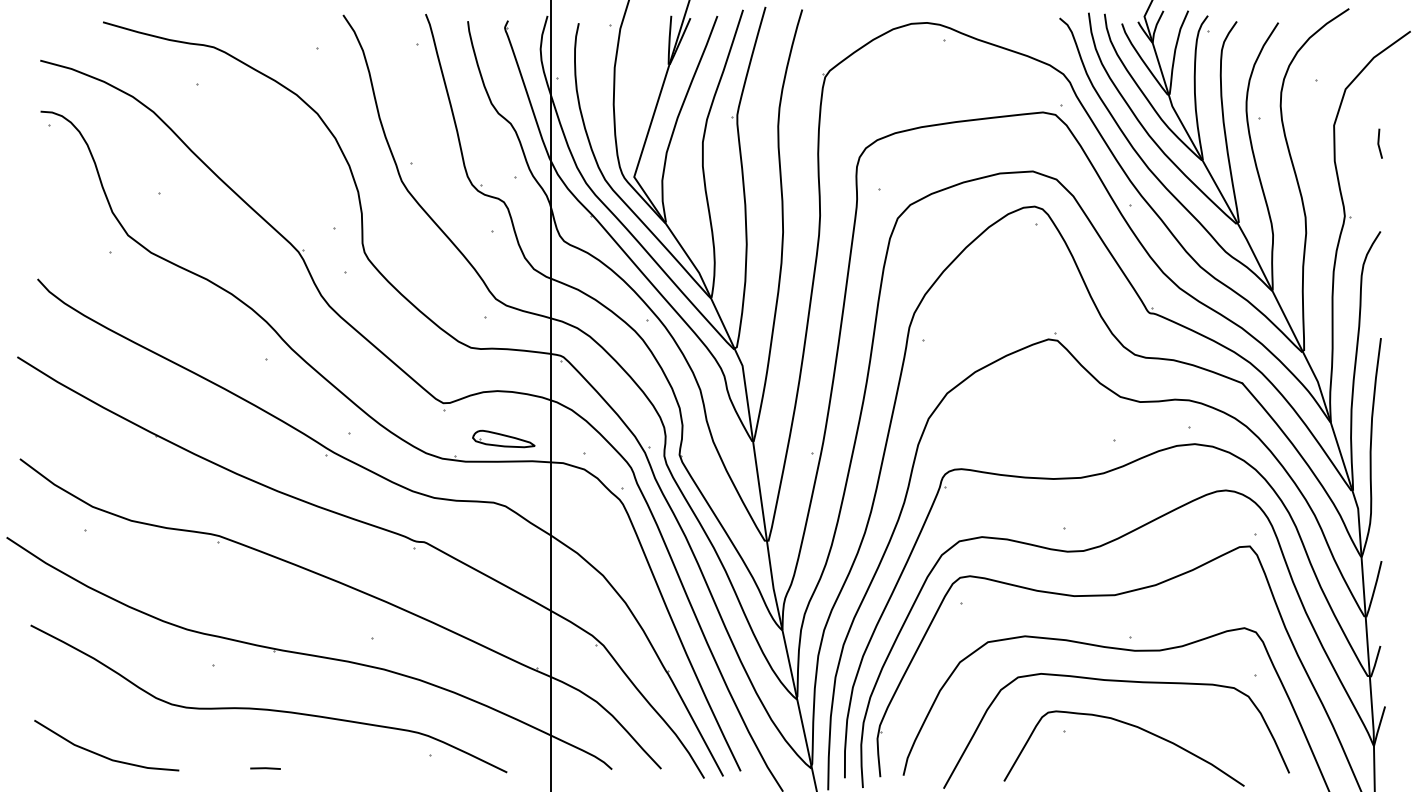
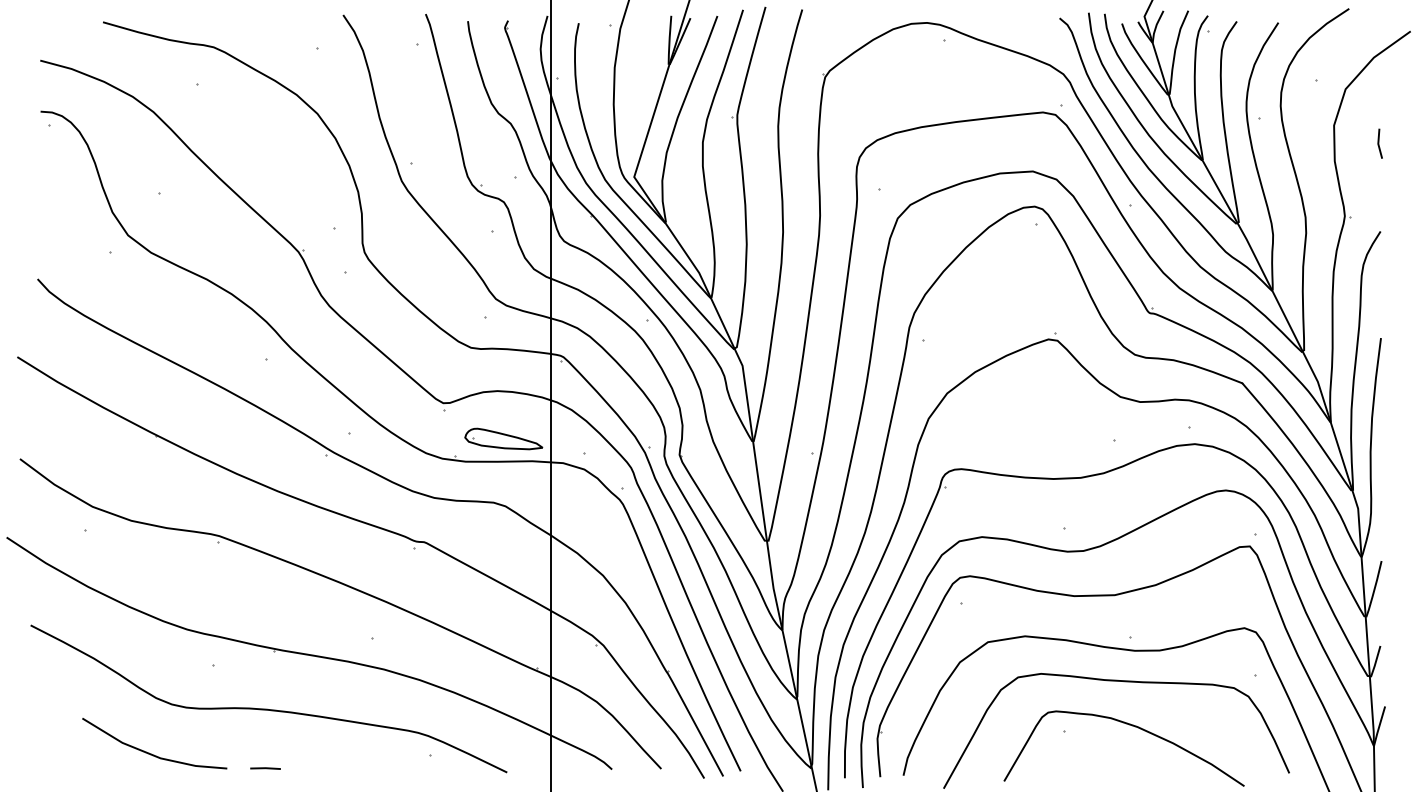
part at (503, 438) size: 64x20 px -> 80x24 px
line at (101, 754) position: (101, 754) -> (149, 752)
